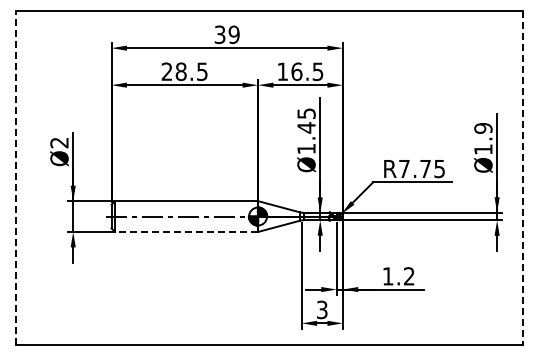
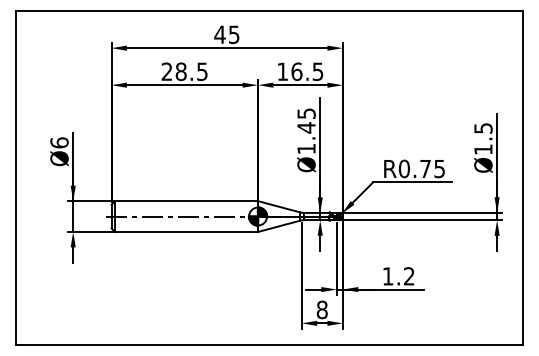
text at (226, 34): 39 -> 45
text at (483, 128): Ø1.9 -> Ø1.5
text at (59, 142): Ø2 -> Ø6
text at (404, 168): R7.75 -> R0.75
line at (16, 177): dashed -> solid
line at (522, 178): dashed -> solid
line at (186, 231): dashed -> solid
text at (321, 309): 3 -> 8
